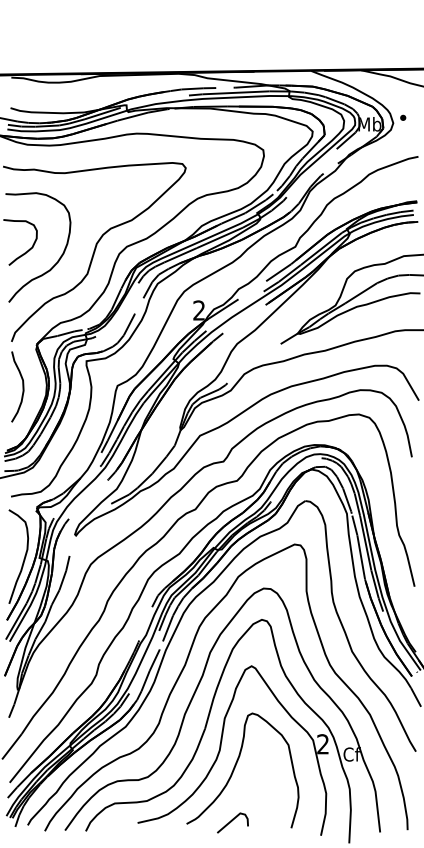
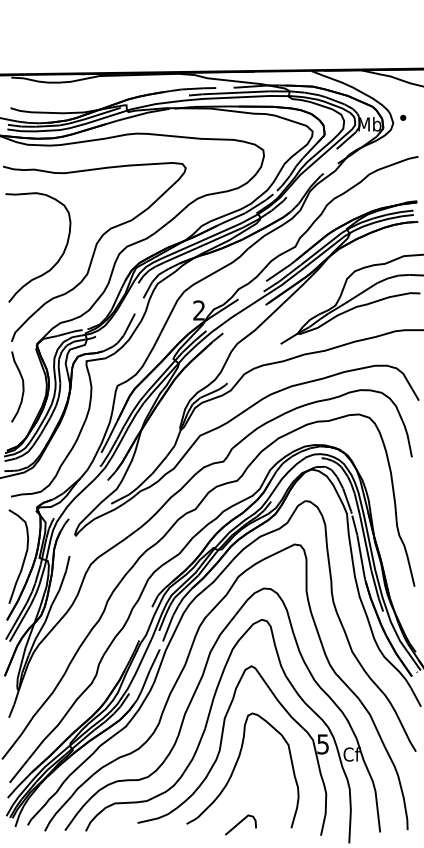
curve at (28, 249): present -> none
text at (322, 744): 2 -> 5
line at (232, 821) position: (232, 821) -> (240, 823)
